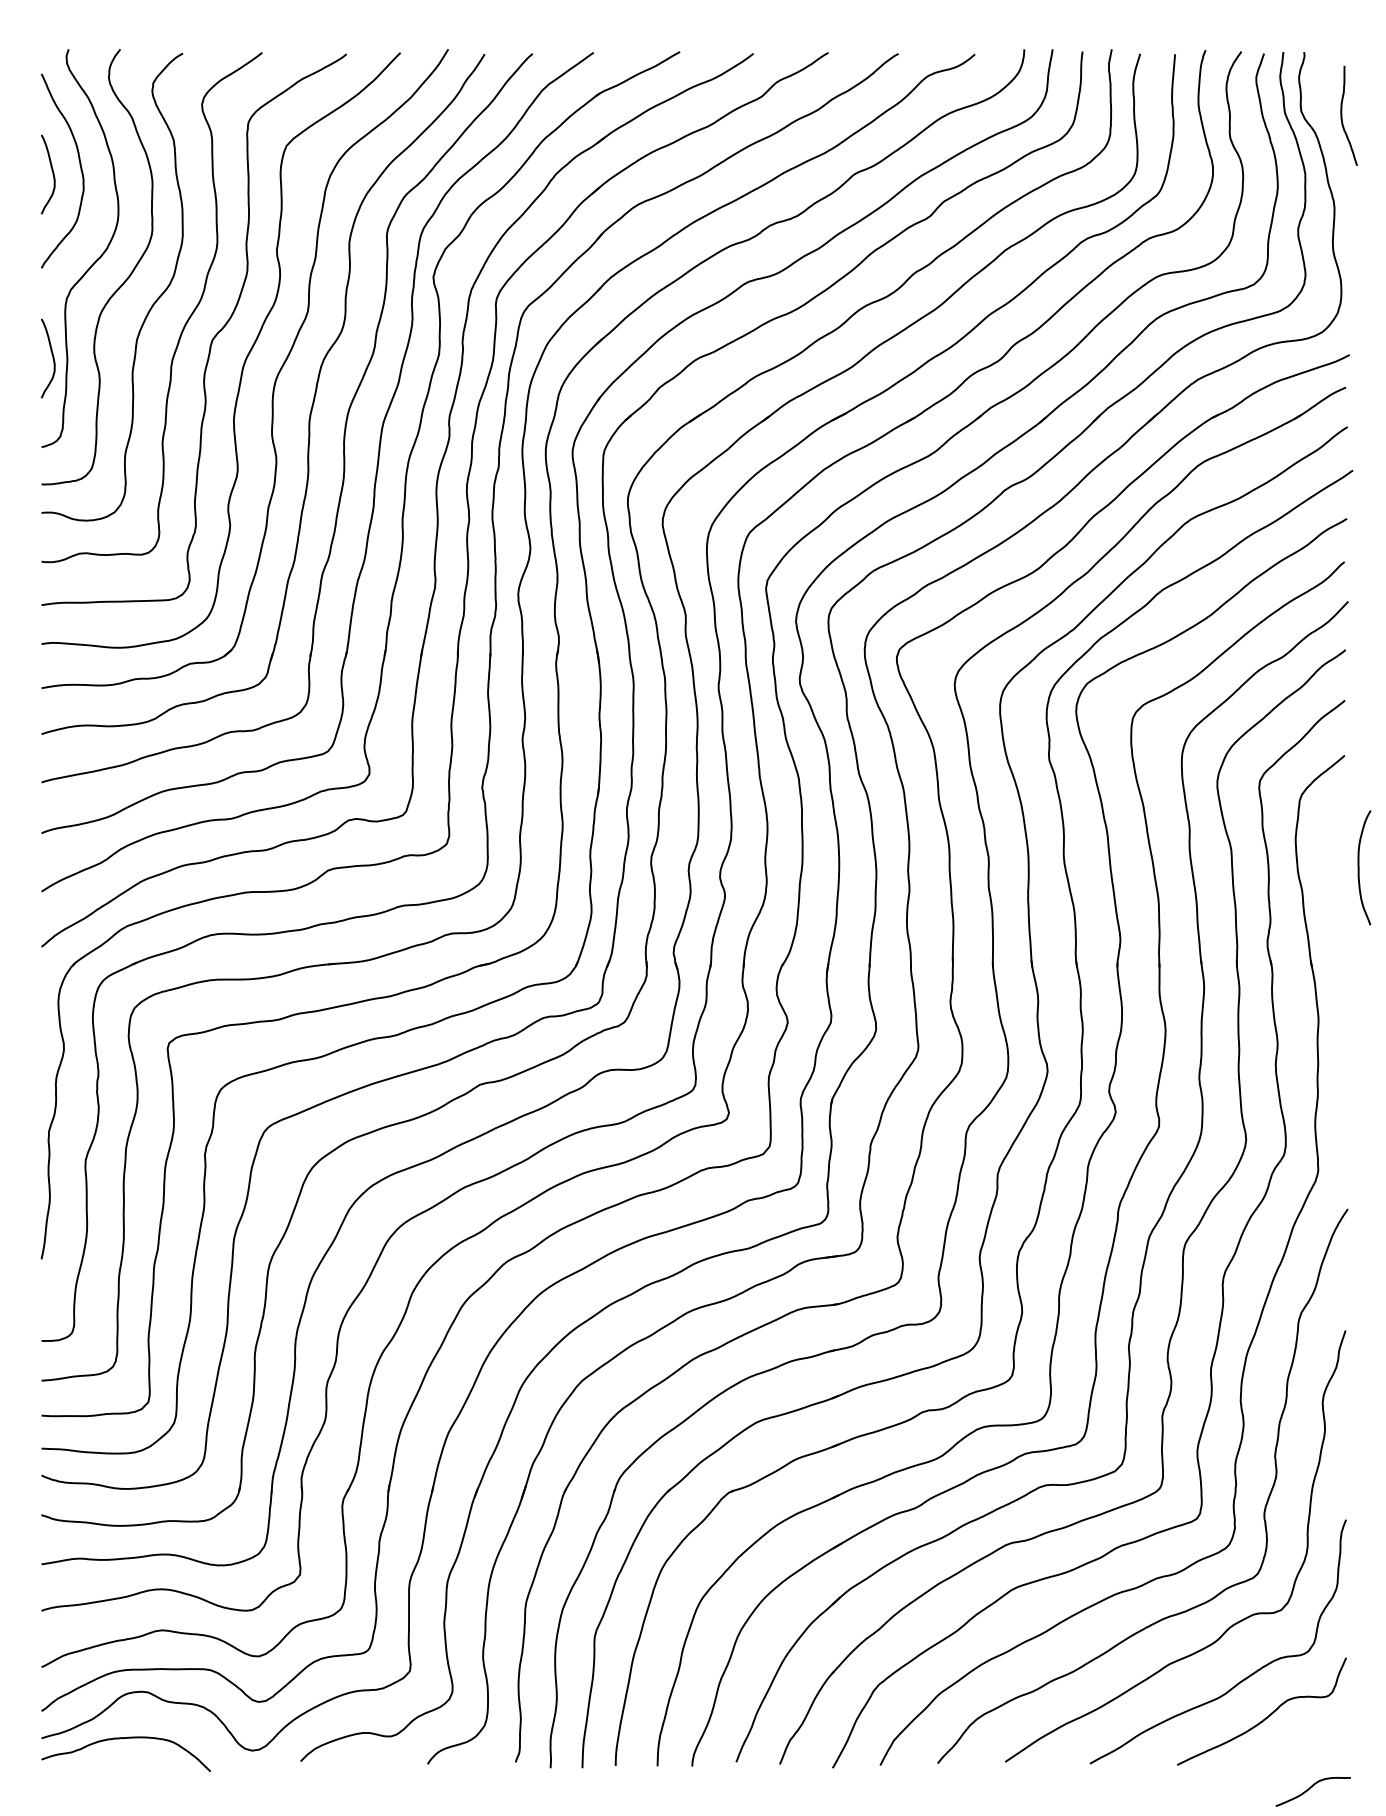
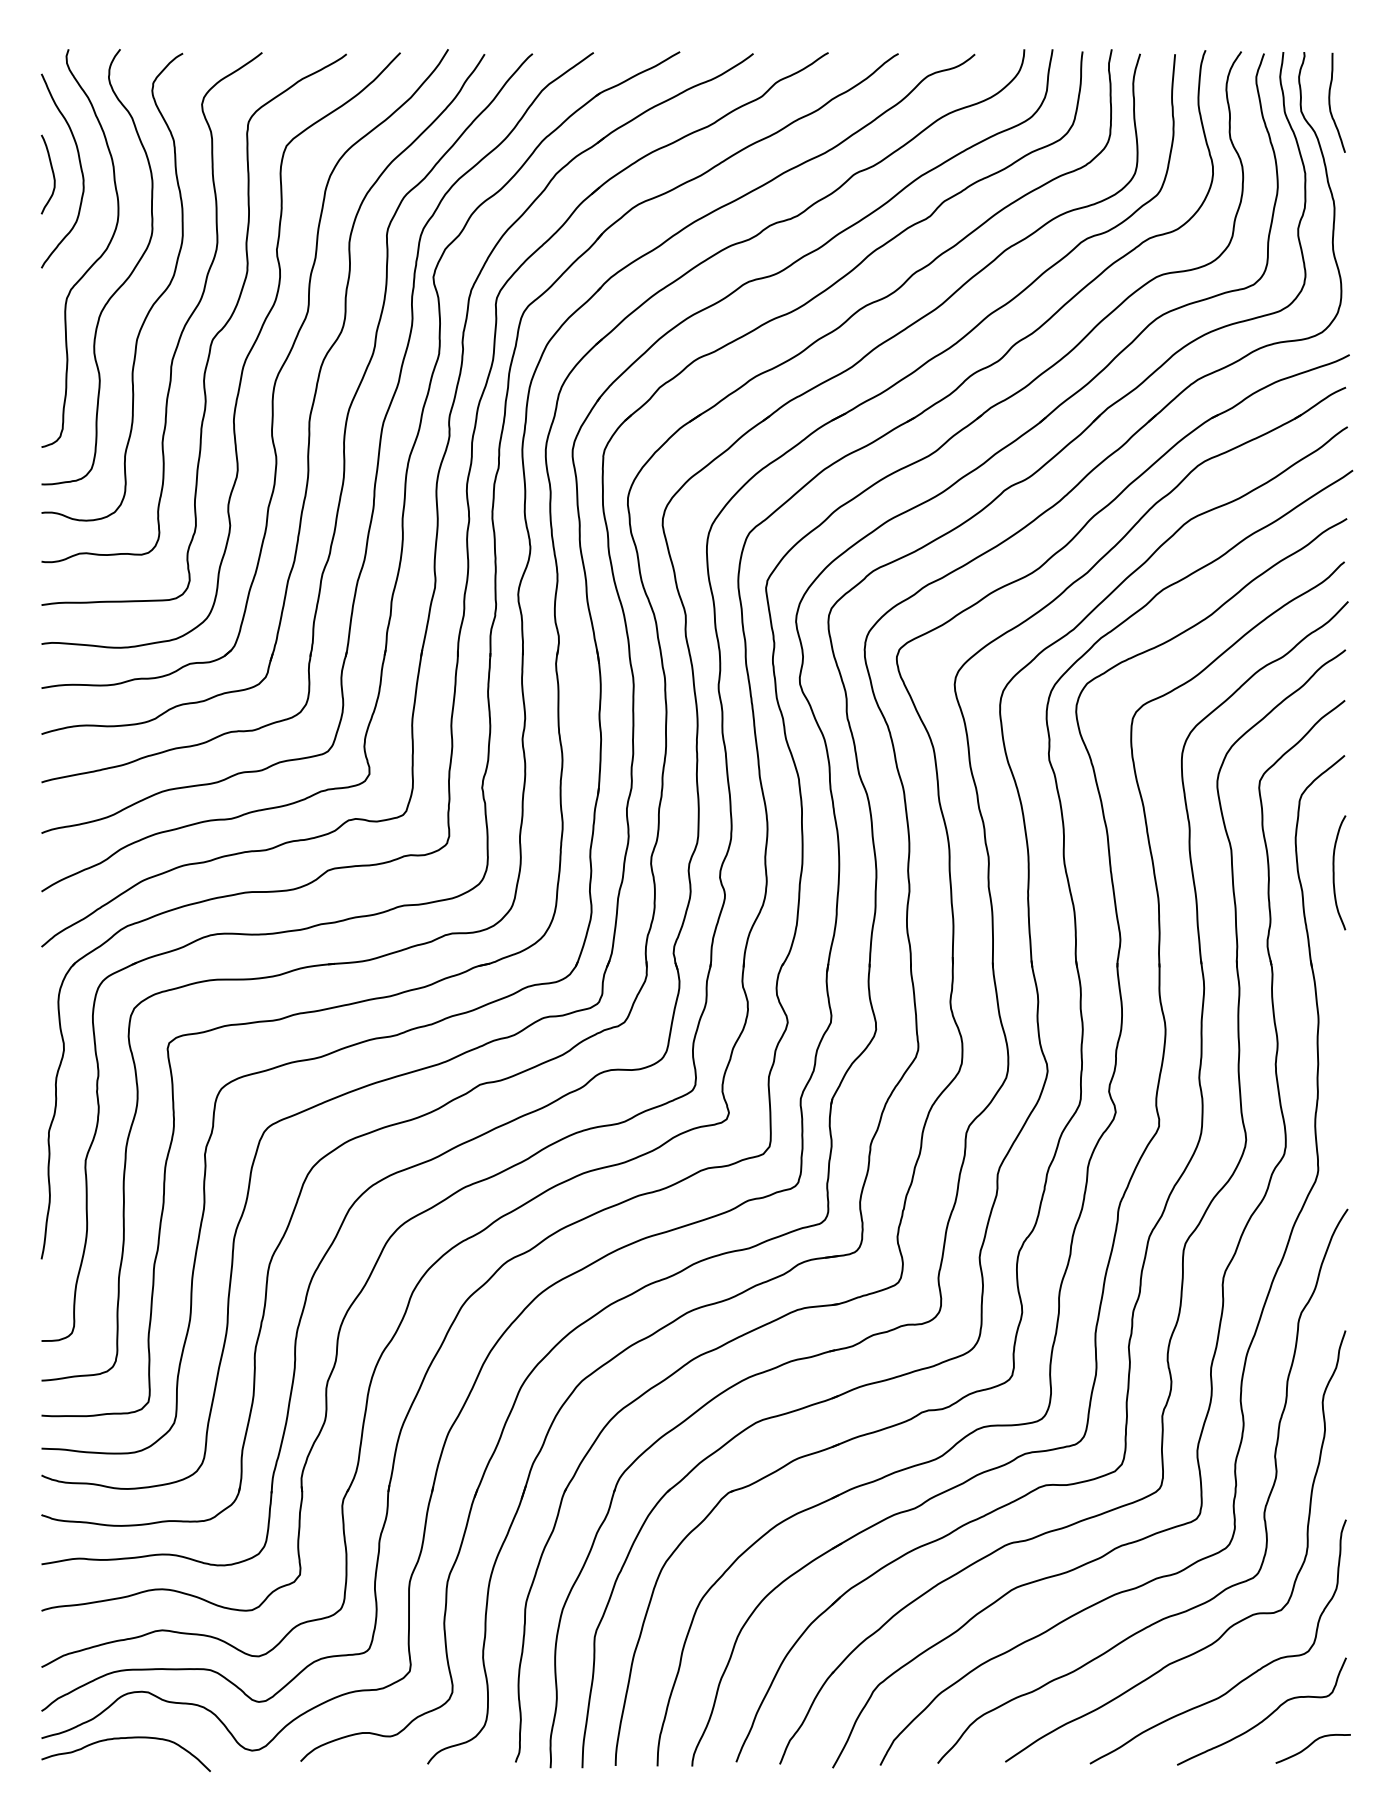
curve at (1342, 115) position: (1342, 115) -> (1330, 102)
curve at (52, 358): present -> none
curve at (1359, 867) position: (1359, 867) -> (1334, 872)
curve at (1311, 1788) position: (1311, 1788) -> (1311, 1745)
